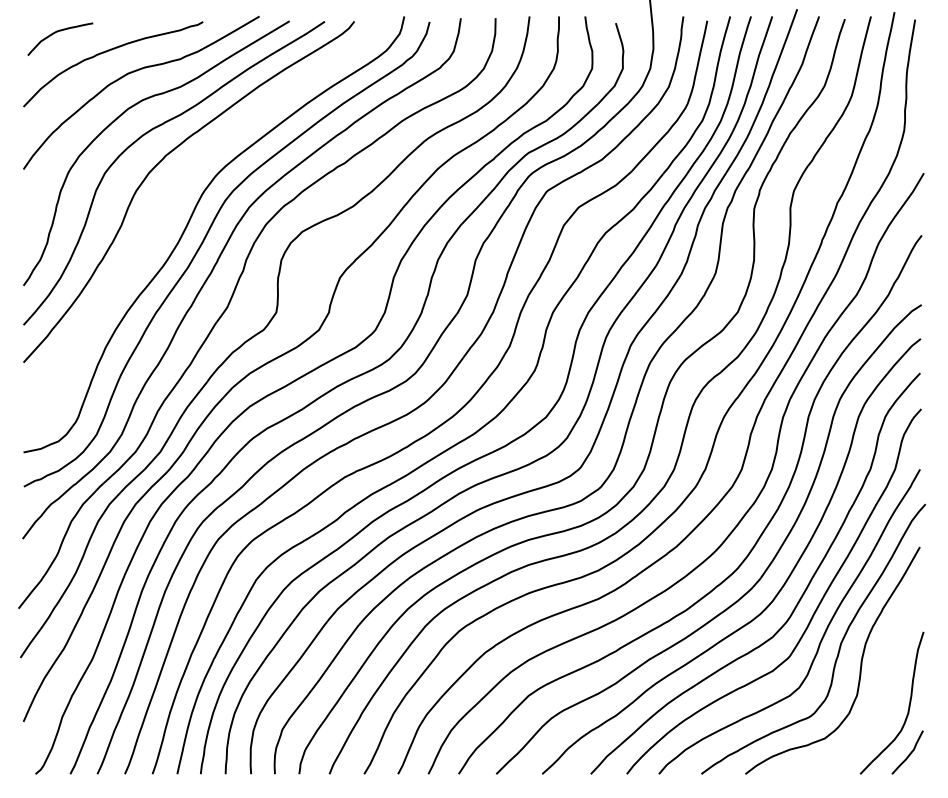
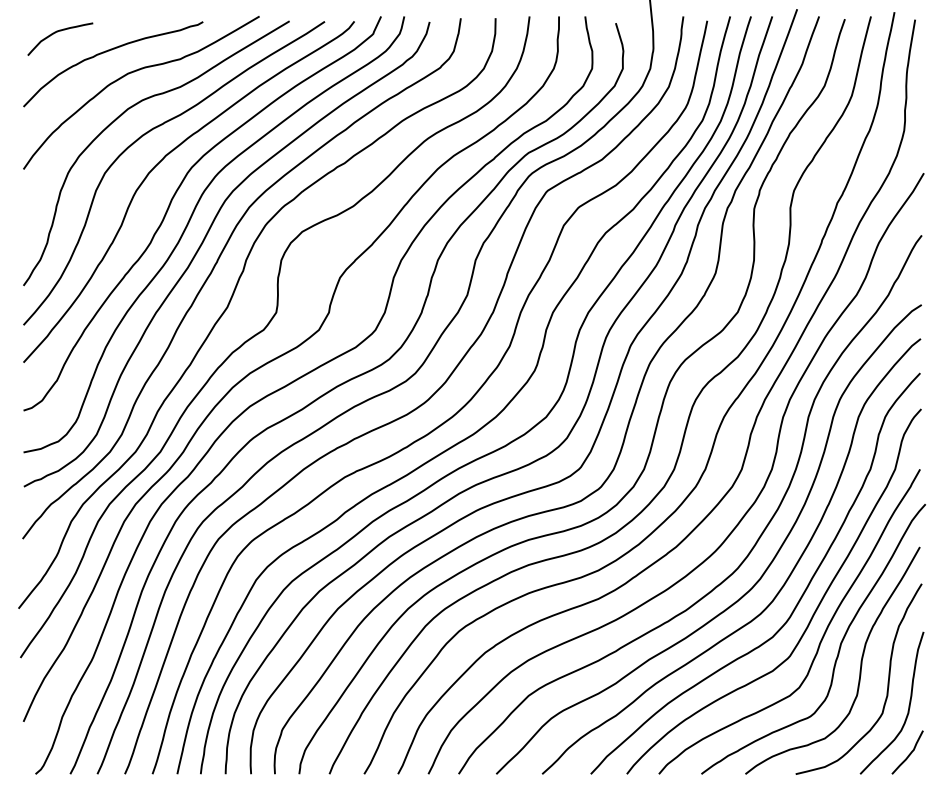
curve at (174, 197): none -> present
curve at (887, 681): none -> present
